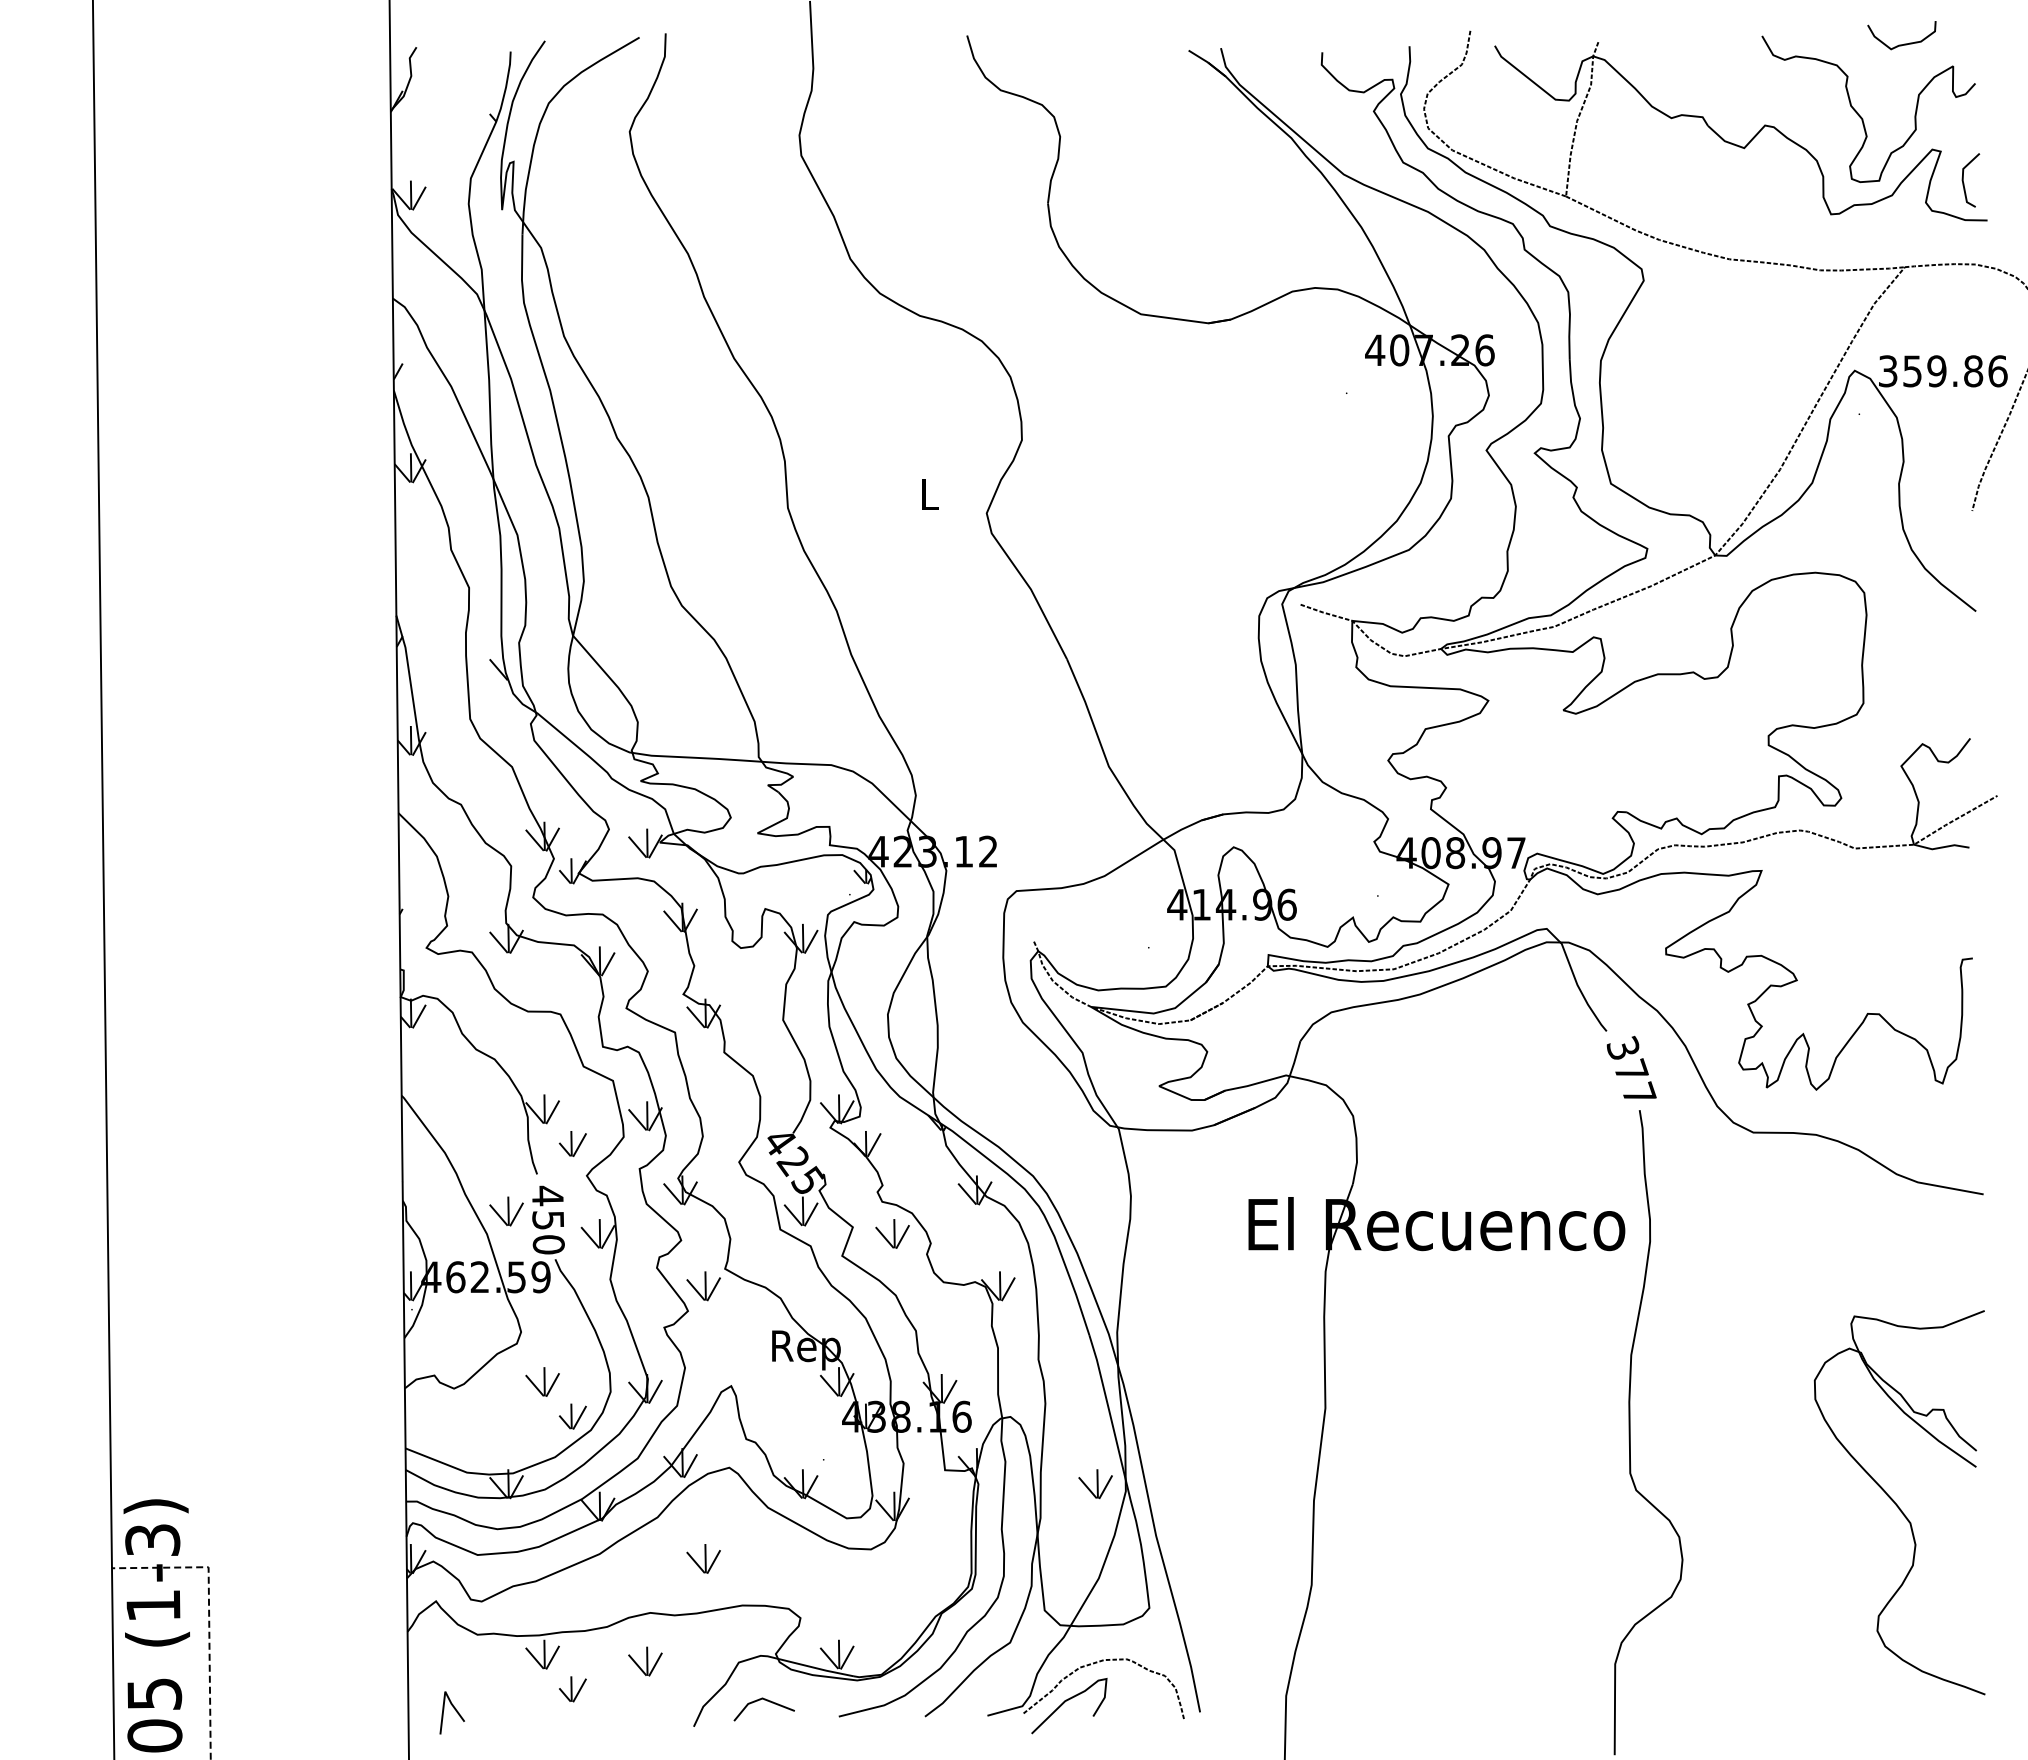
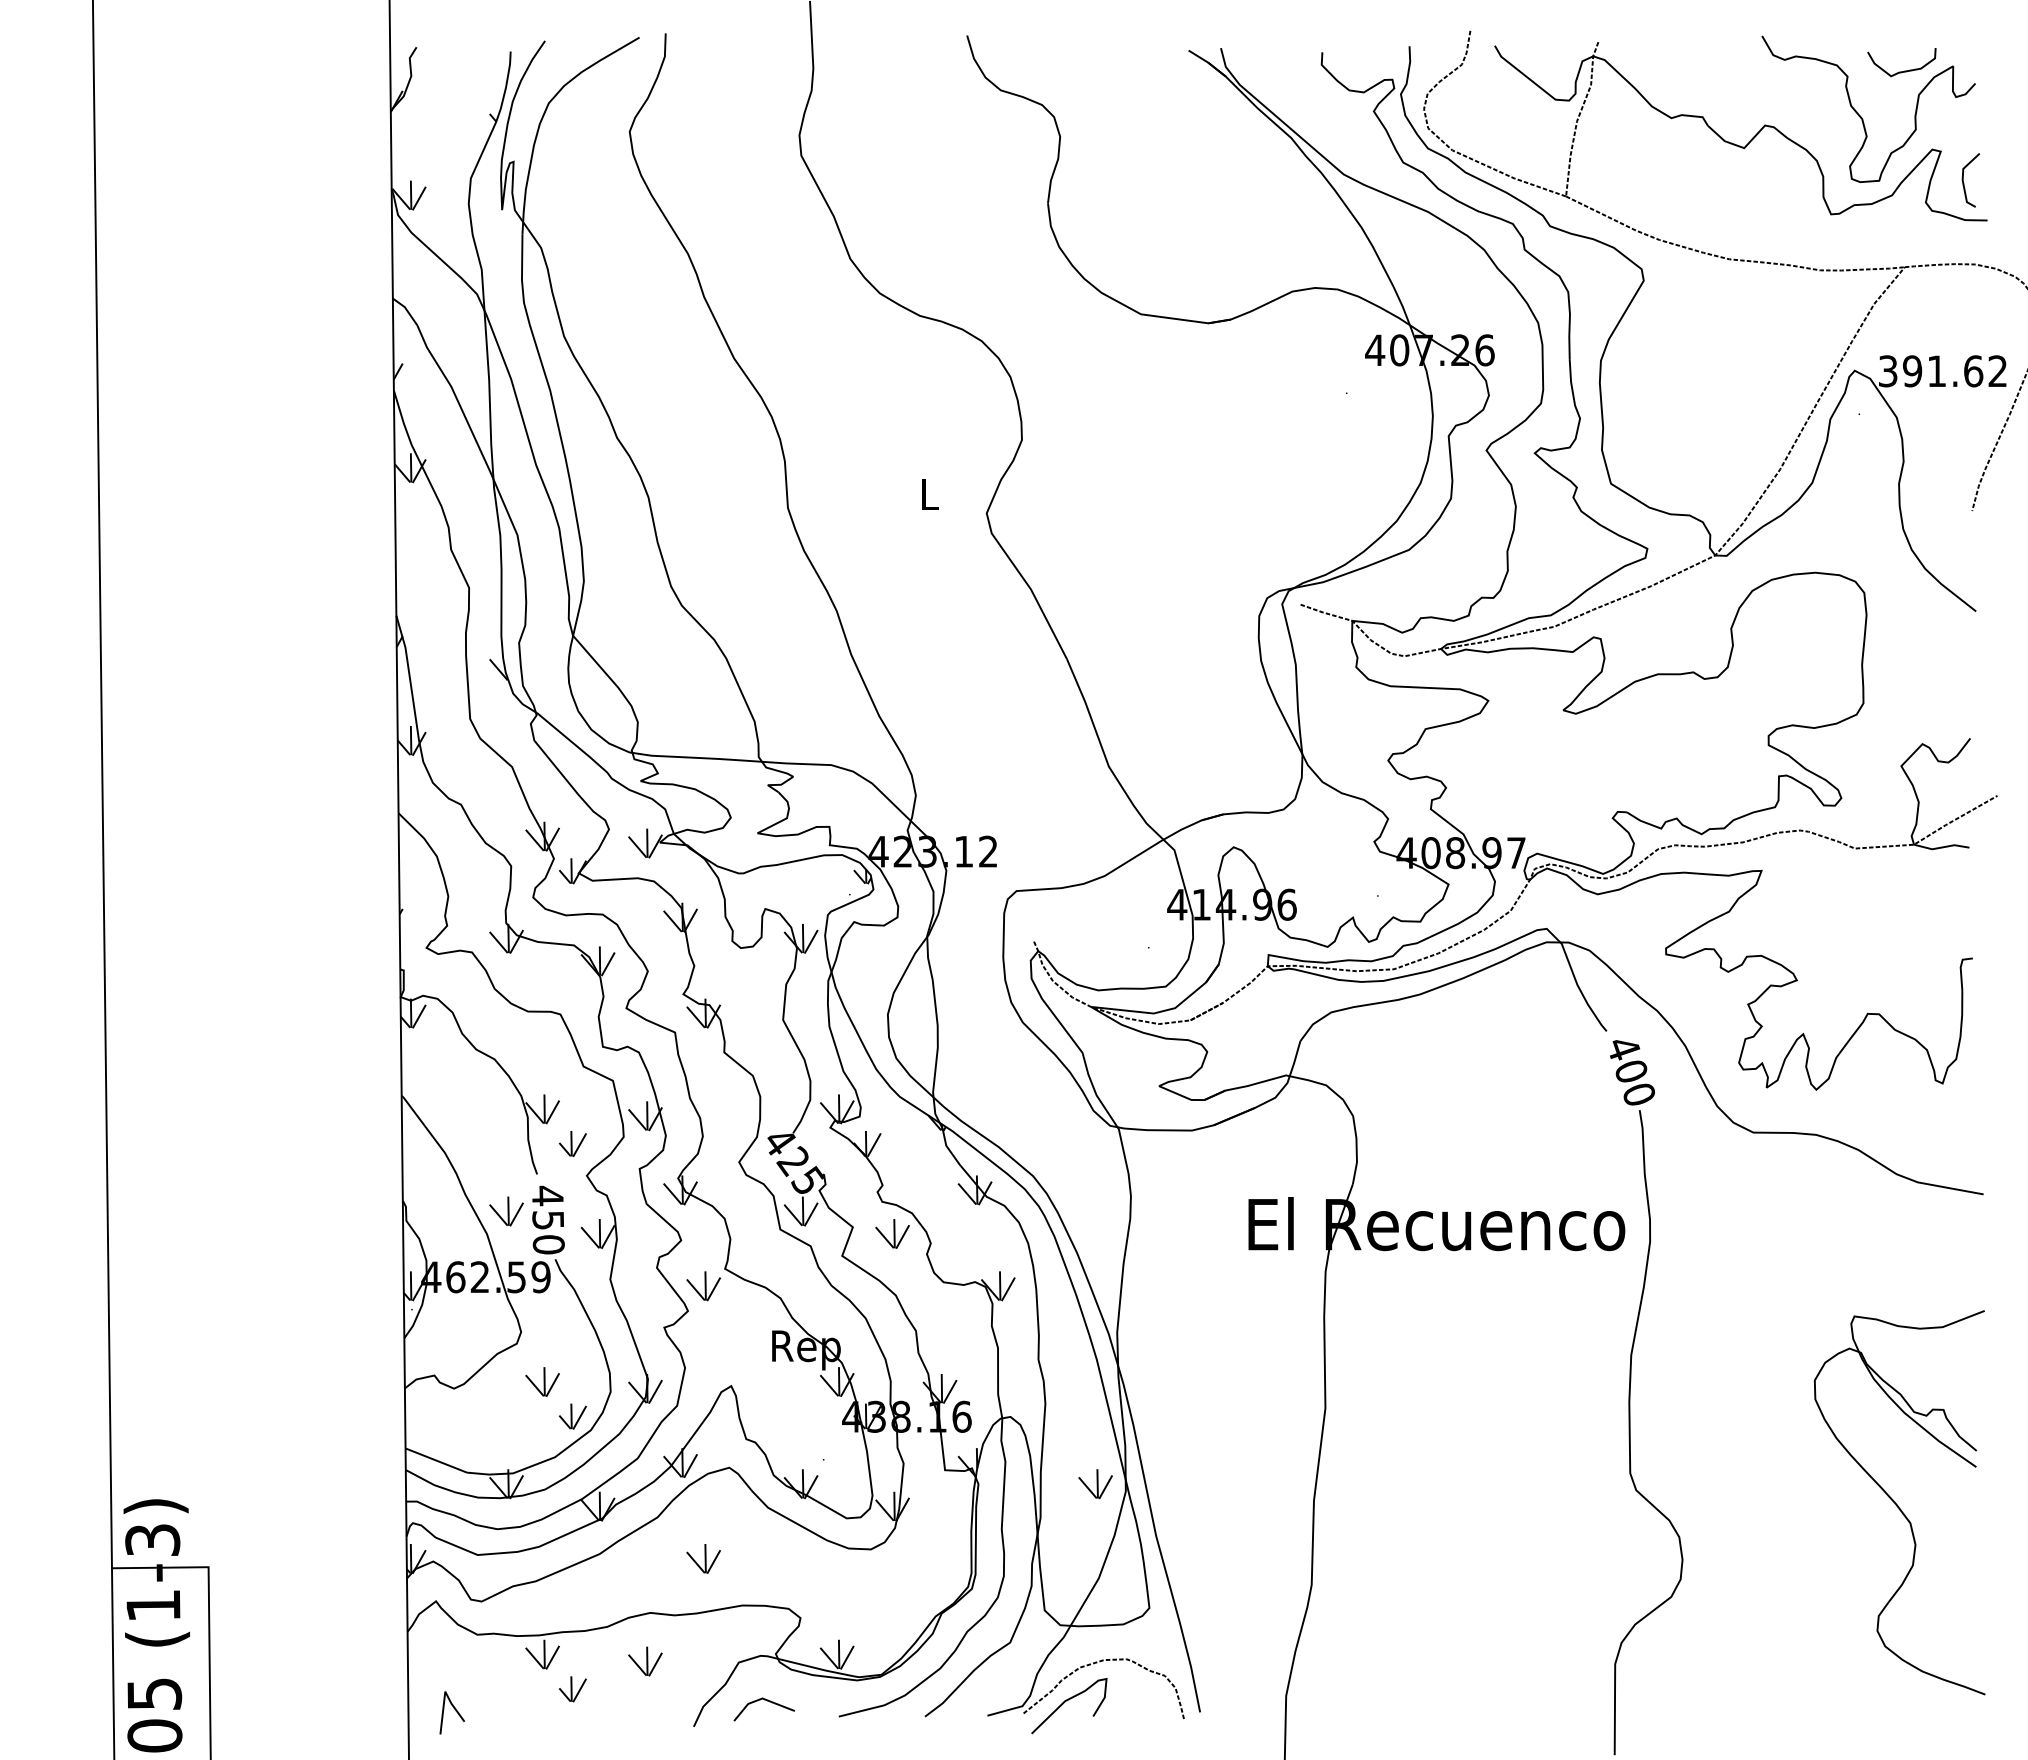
curve at (1904, 43) position: (1904, 43) -> (1904, 70)
text at (1954, 371): 359.86 -> 391.62
text at (1631, 1070): 377 -> 400
line at (209, 1614): dashed -> solid
